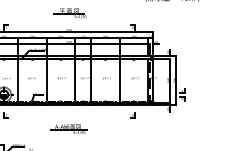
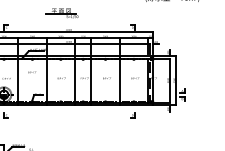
part at (69, 13) position: (69, 13) -> (61, 13)
text at (32, 78) position: (32, 78) -> (32, 72)
part at (68, 128): present -> none
